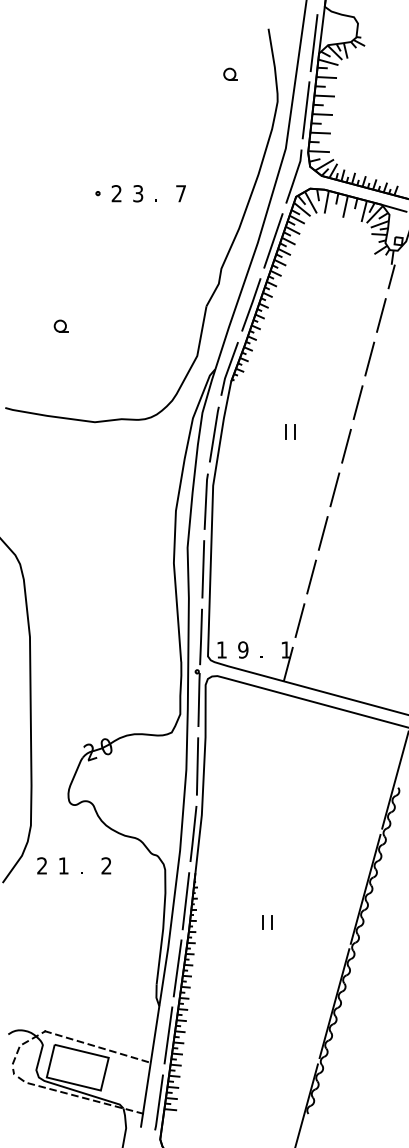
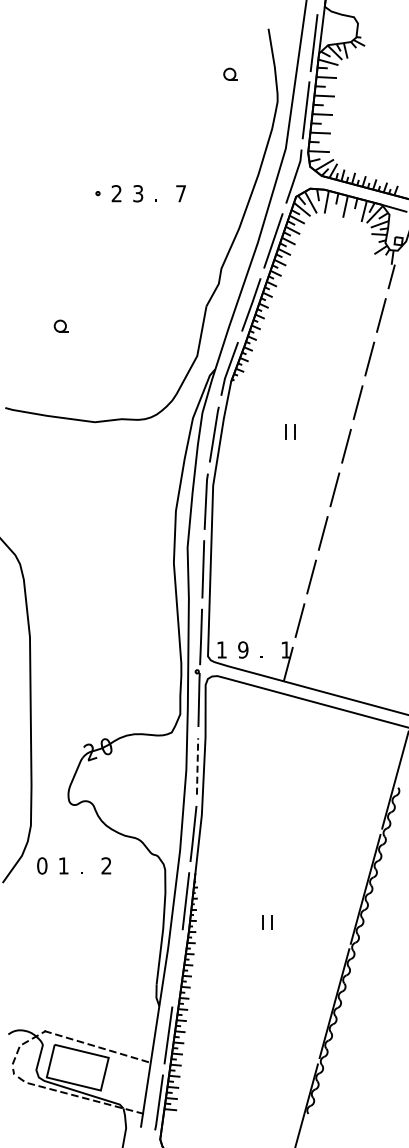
line at (197, 765): solid -> dashed
text at (42, 865): 2 -> 0
line at (177, 968): present -> none
